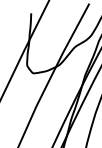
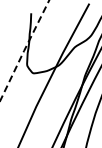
line at (24, 51): solid -> dashed
